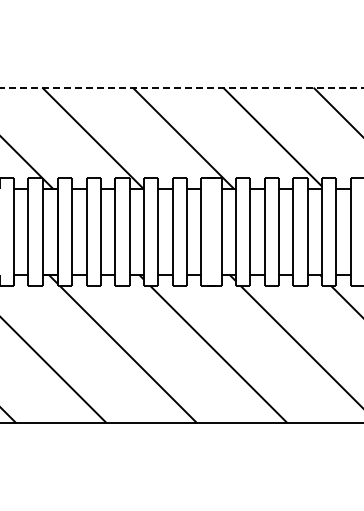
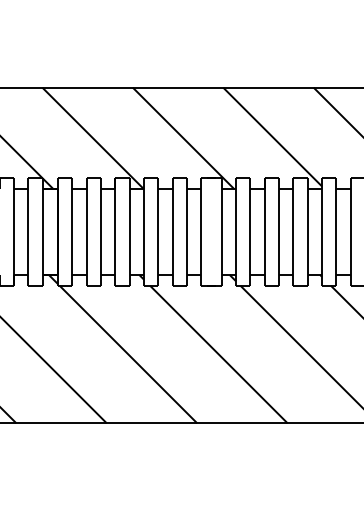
line at (182, 87): dashed -> solid
